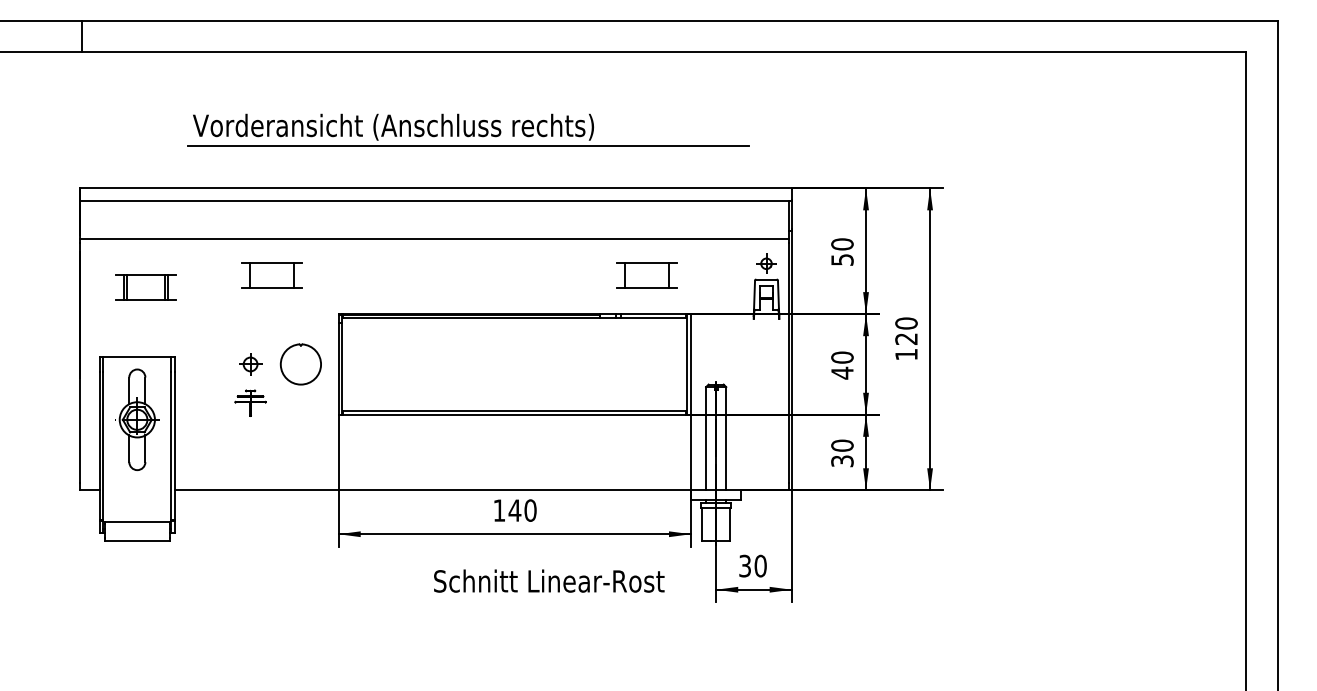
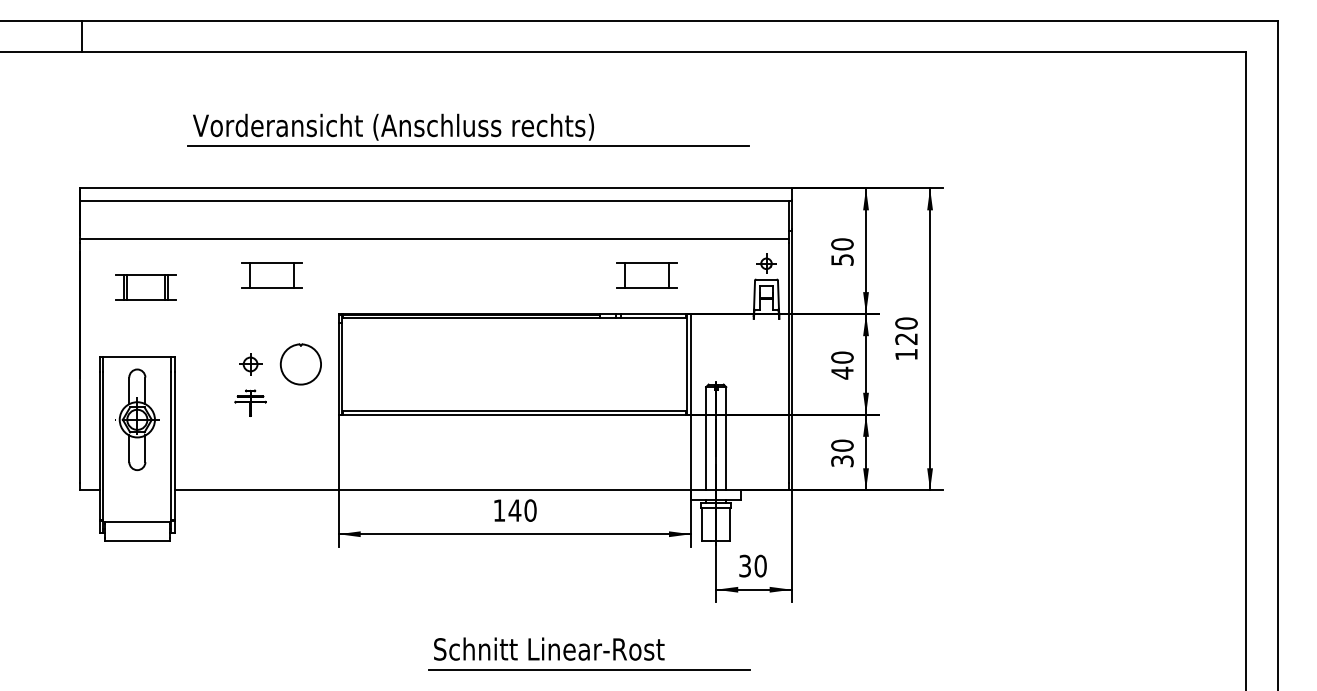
text at (549, 580) position: (549, 580) -> (549, 648)
line at (589, 669): none -> present
